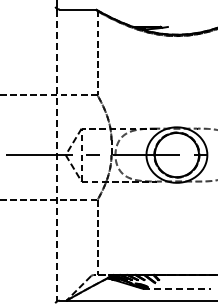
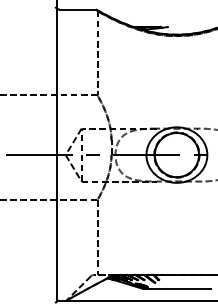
line at (56, 155): dashed -> solid
line at (176, 288): dashed -> solid
